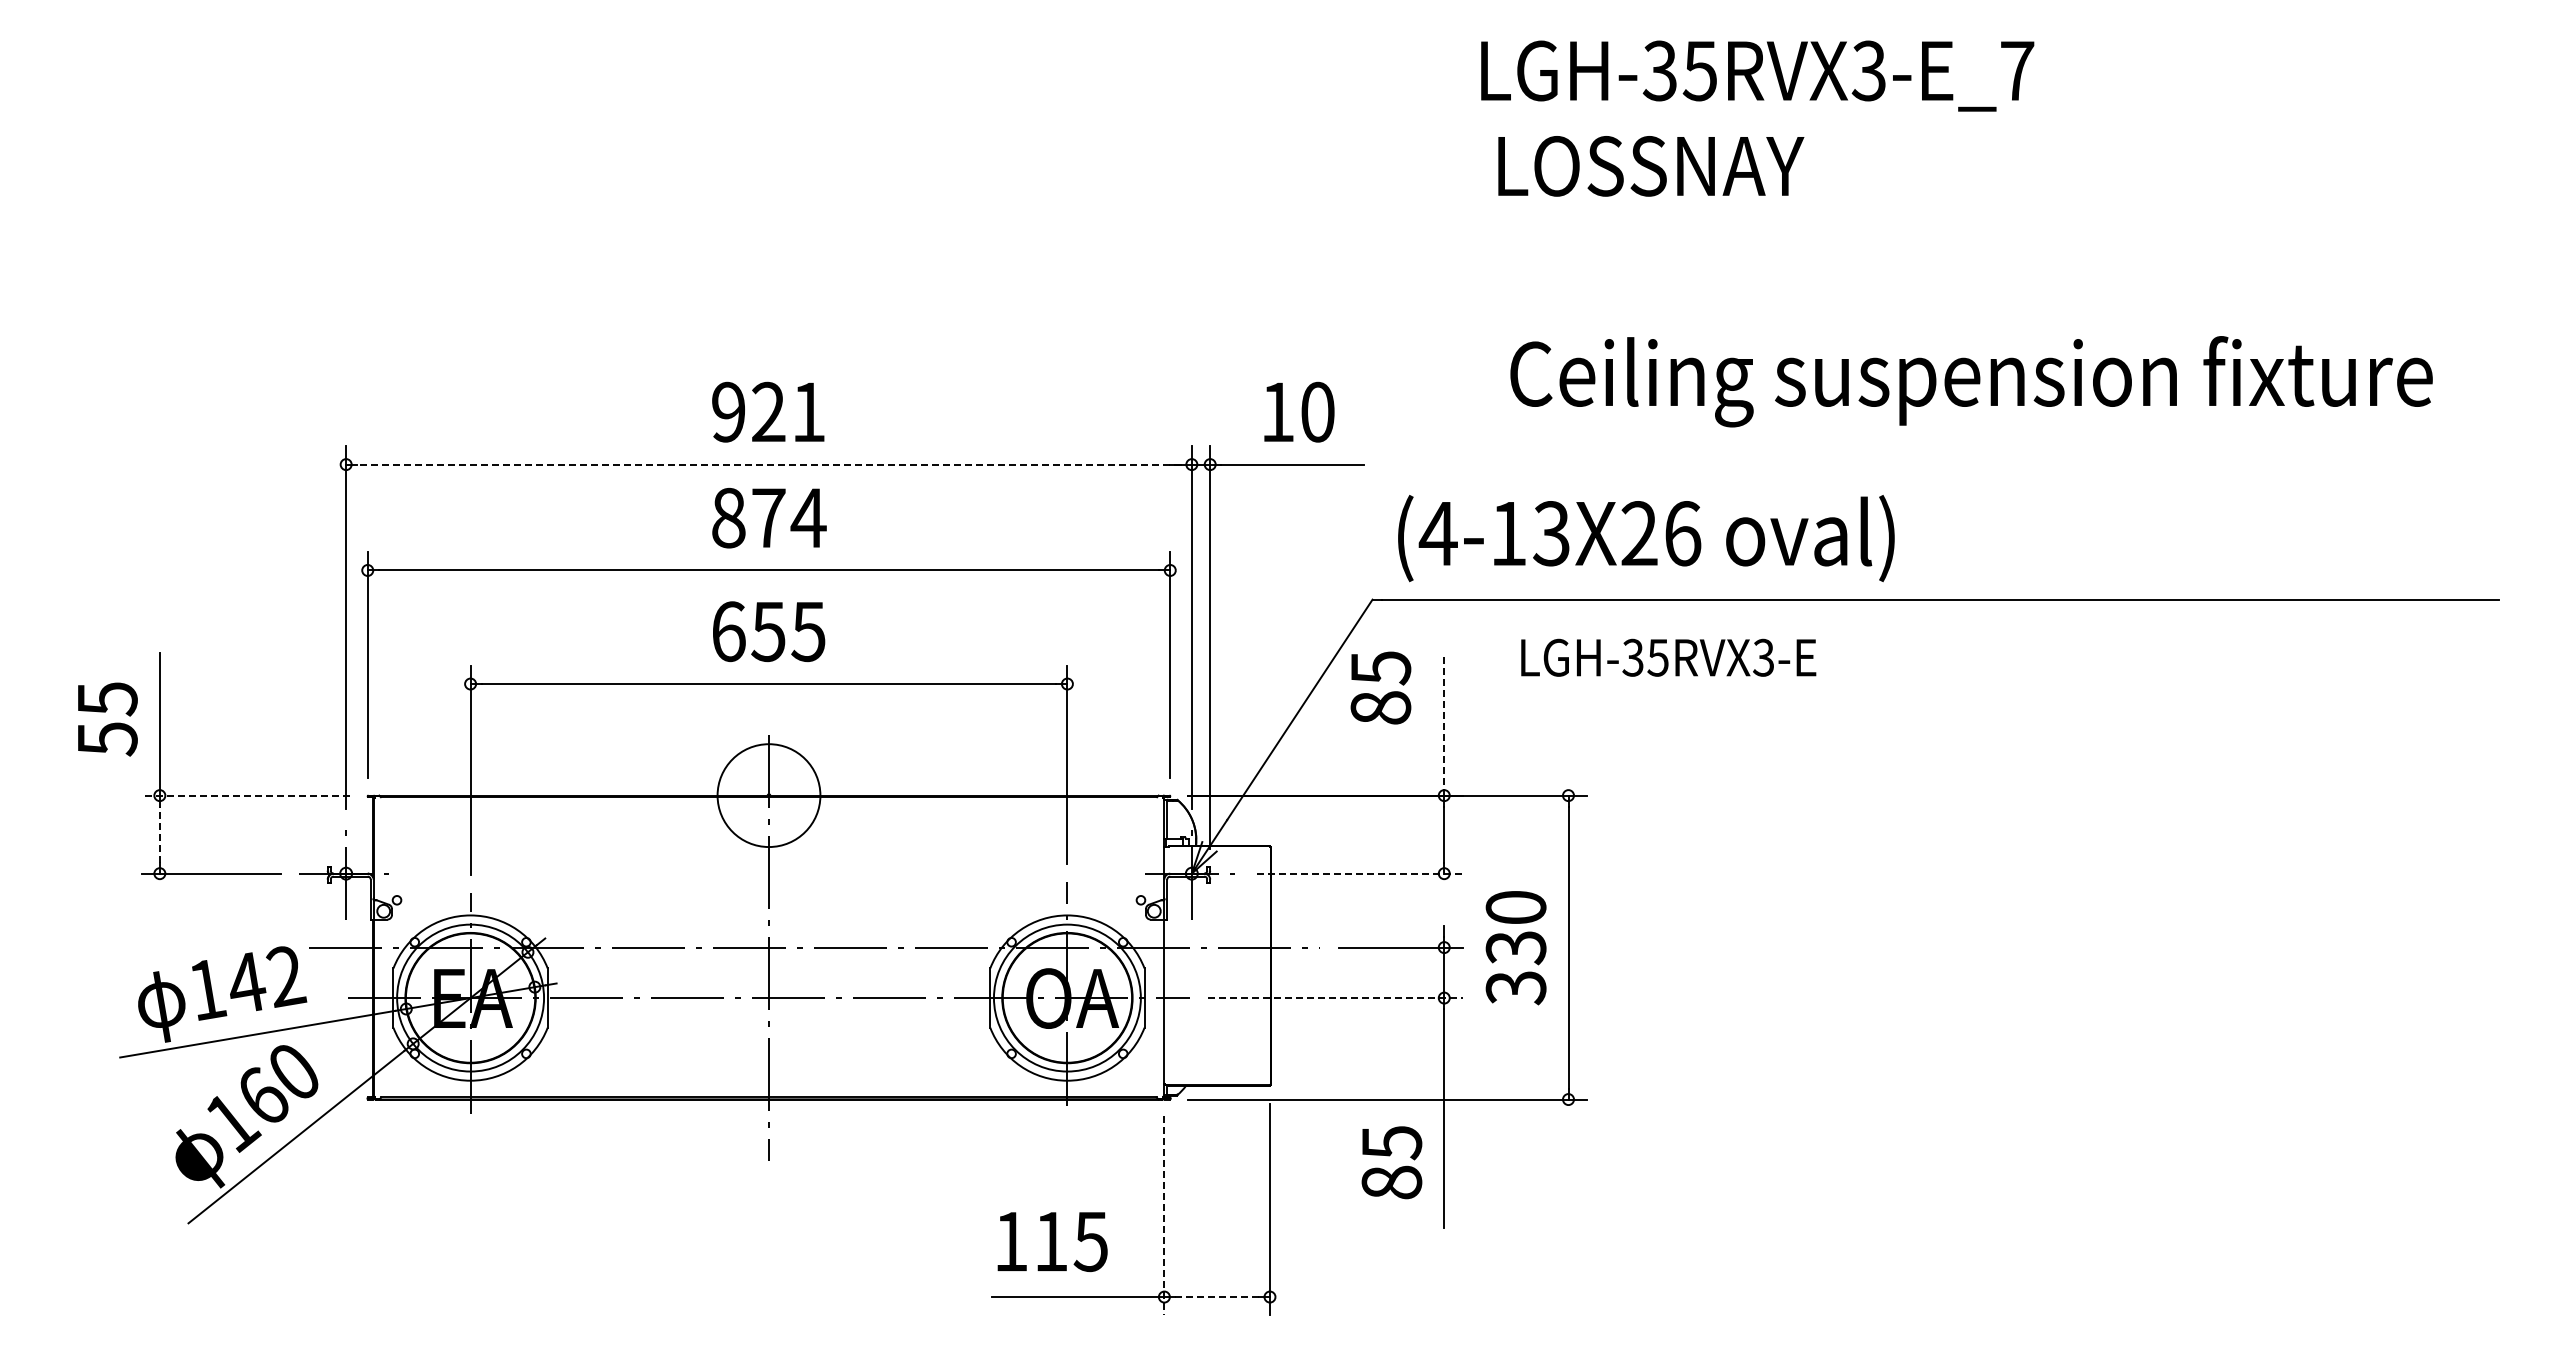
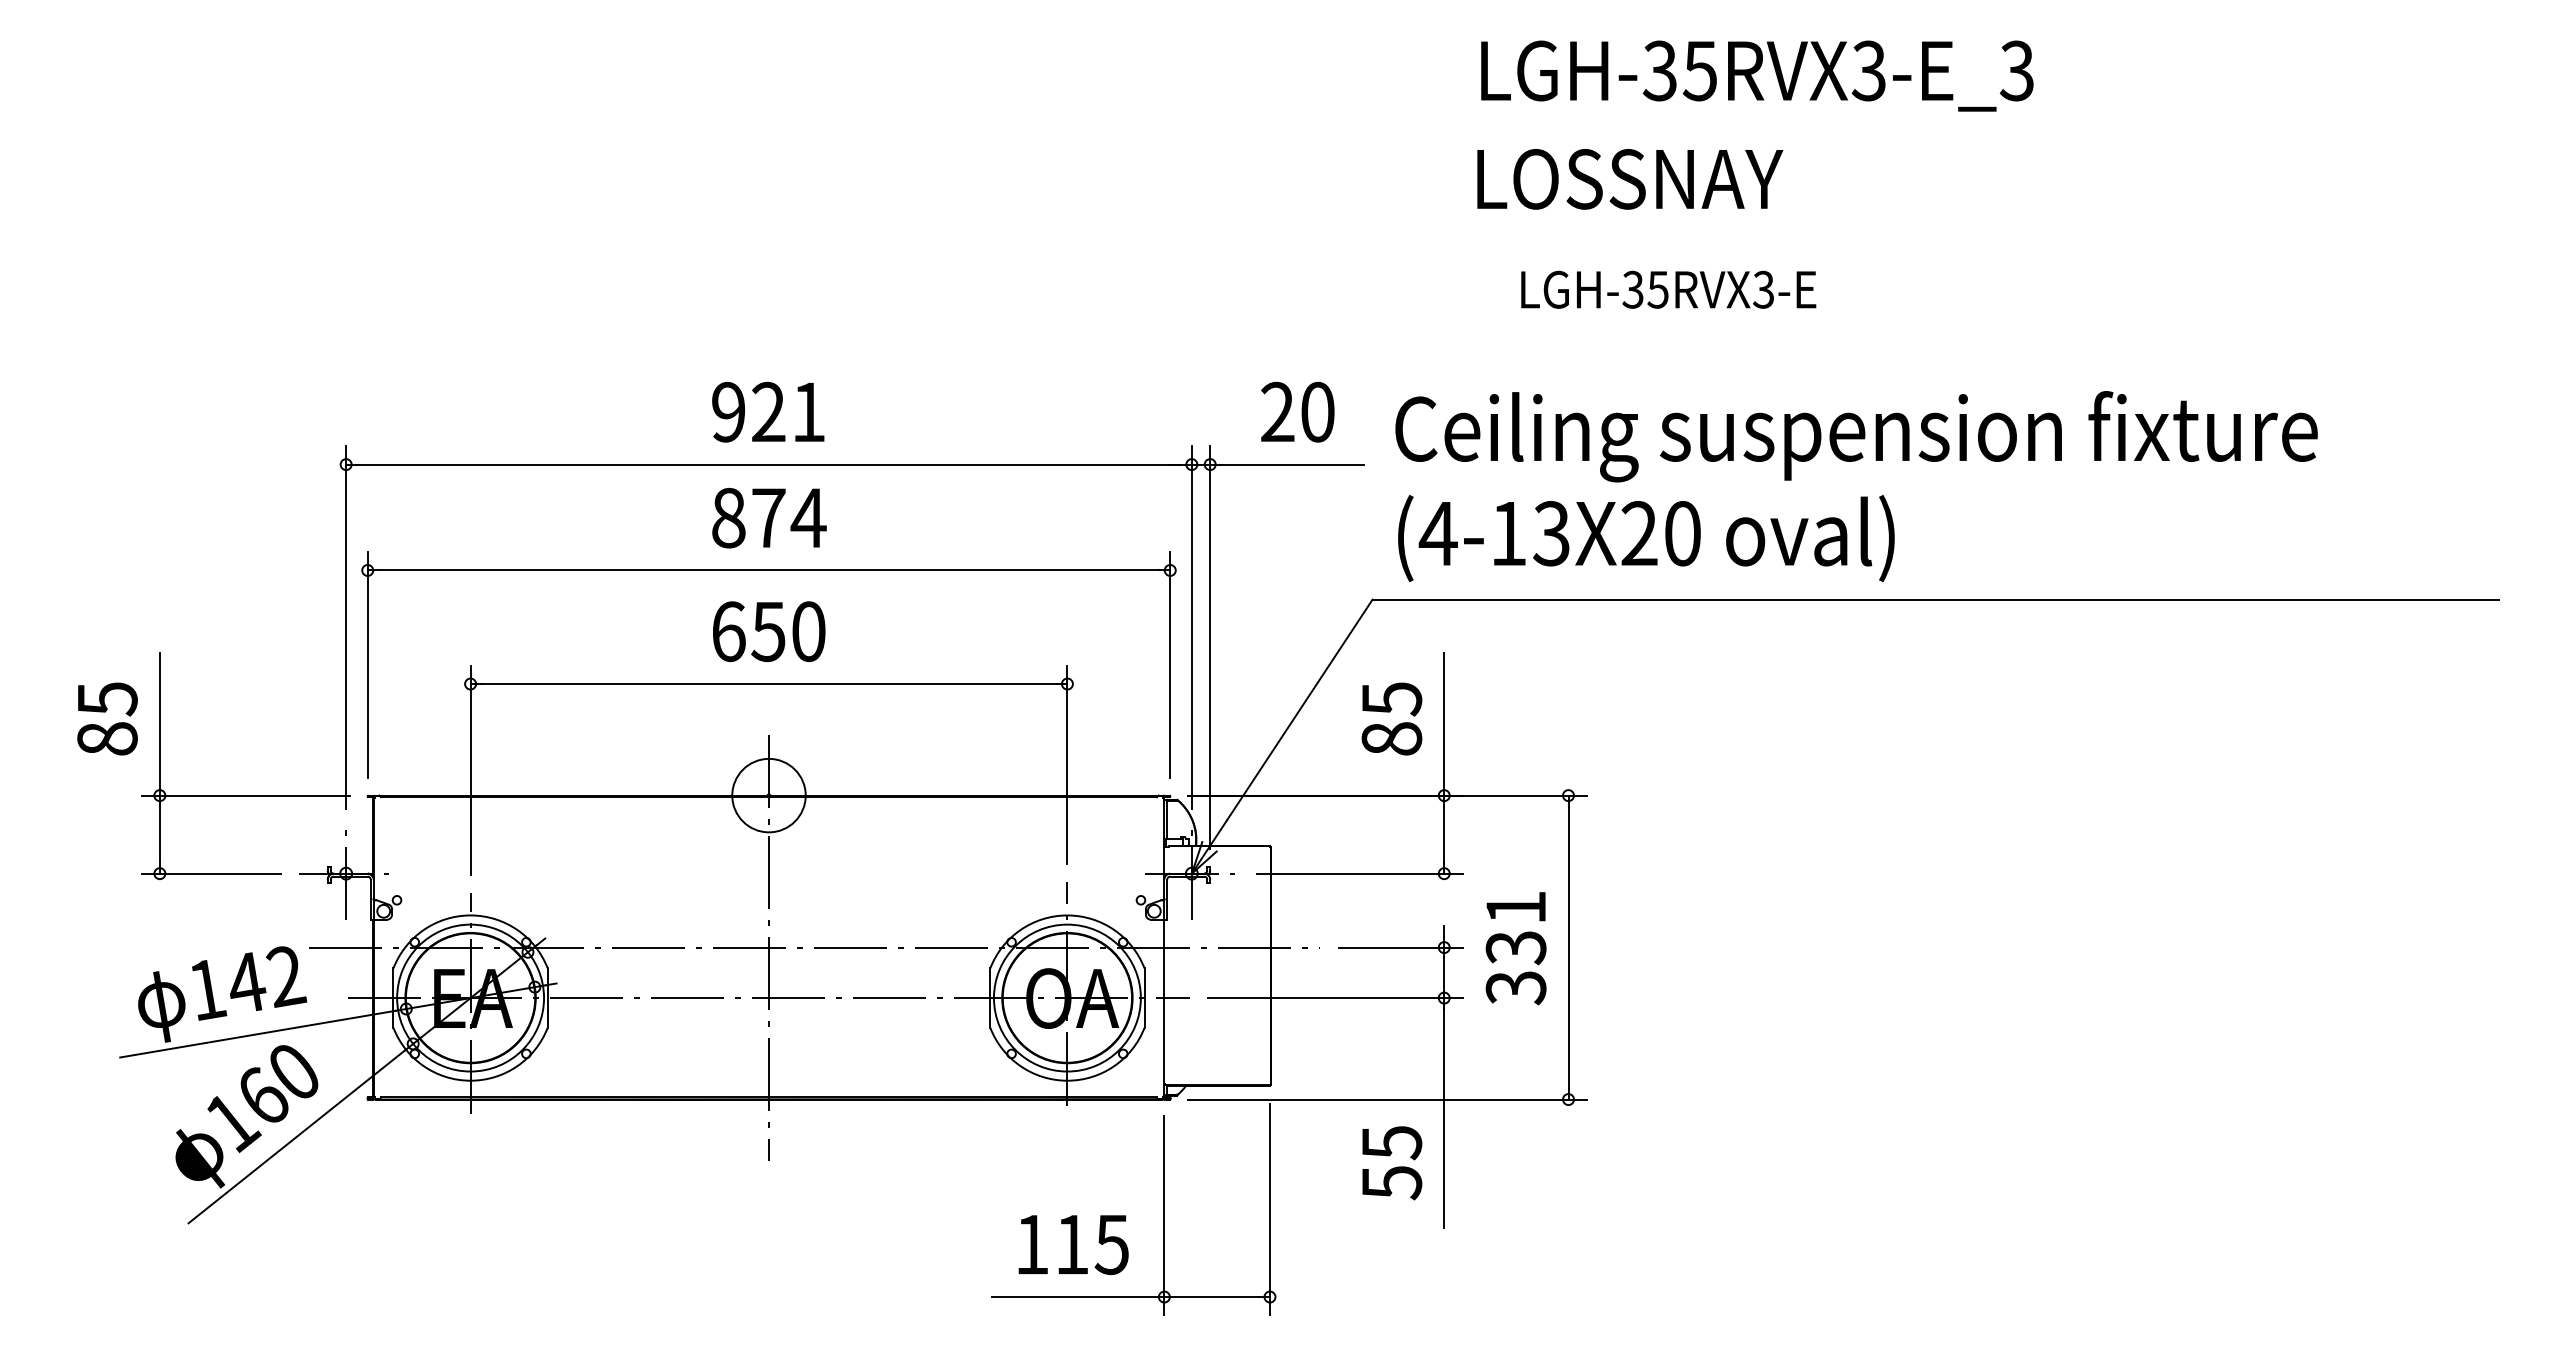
text at (2016, 70): LGH-35RVX3-E_7 -> LGH-35RVX3-E_3
text at (1651, 166) position: (1651, 166) -> (1630, 179)
text at (1971, 381) position: (1971, 381) -> (1856, 436)
text at (1277, 411): 10 -> 20
line at (769, 464): dashed -> solid
text at (1683, 533): (4-13X26 -> (4-13X20
text at (808, 631): 655 -> 650
text at (1668, 657) position: (1668, 657) -> (1668, 289)
text at (1380, 687) position: (1380, 687) -> (1391, 718)
line at (1444, 723): dashed -> solid
text at (107, 739): 55 -> 85
line at (245, 795): dashed -> solid
circle at (768, 795) diameter: 103 px -> 73 px
line at (159, 834): dashed -> solid
line at (1359, 873): dashed -> solid
text at (1515, 907): 330 -> 331
line at (1336, 998): dashed -> solid
text at (1391, 1182): 85 -> 55
line at (1164, 1215): dashed -> solid
text at (1052, 1242) position: (1052, 1242) -> (1073, 1245)
line at (1217, 1297): dashed -> solid
